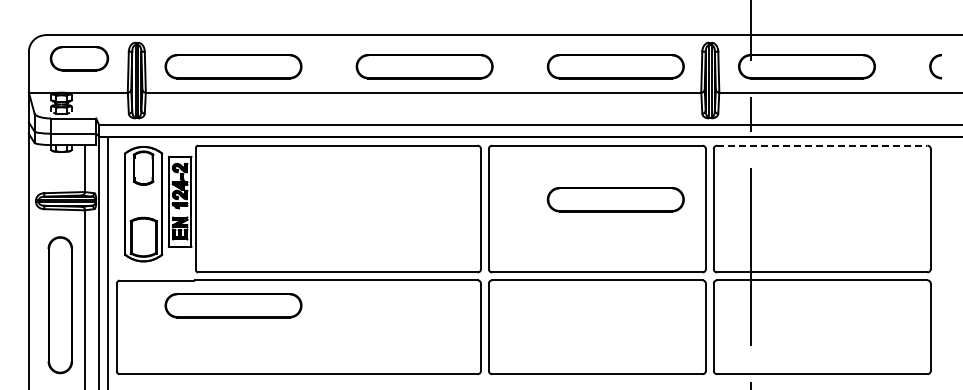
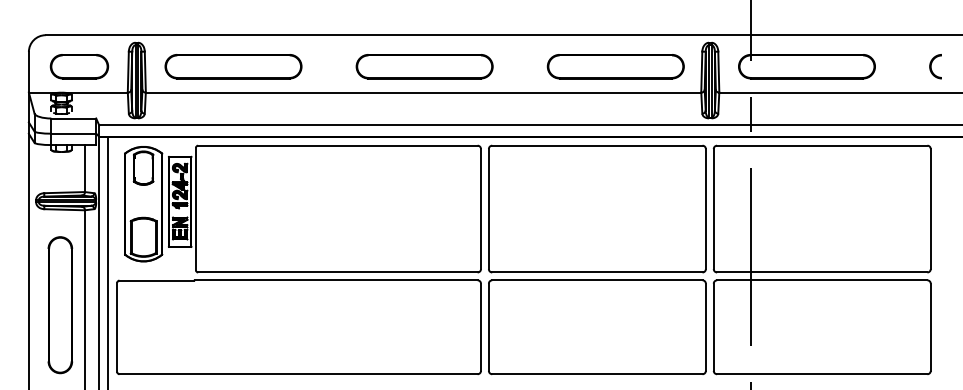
part at (79, 58) position: (79, 58) -> (79, 66)
line at (822, 145): dashed -> solid
part at (615, 199): present -> none
part at (233, 305): present -> none
